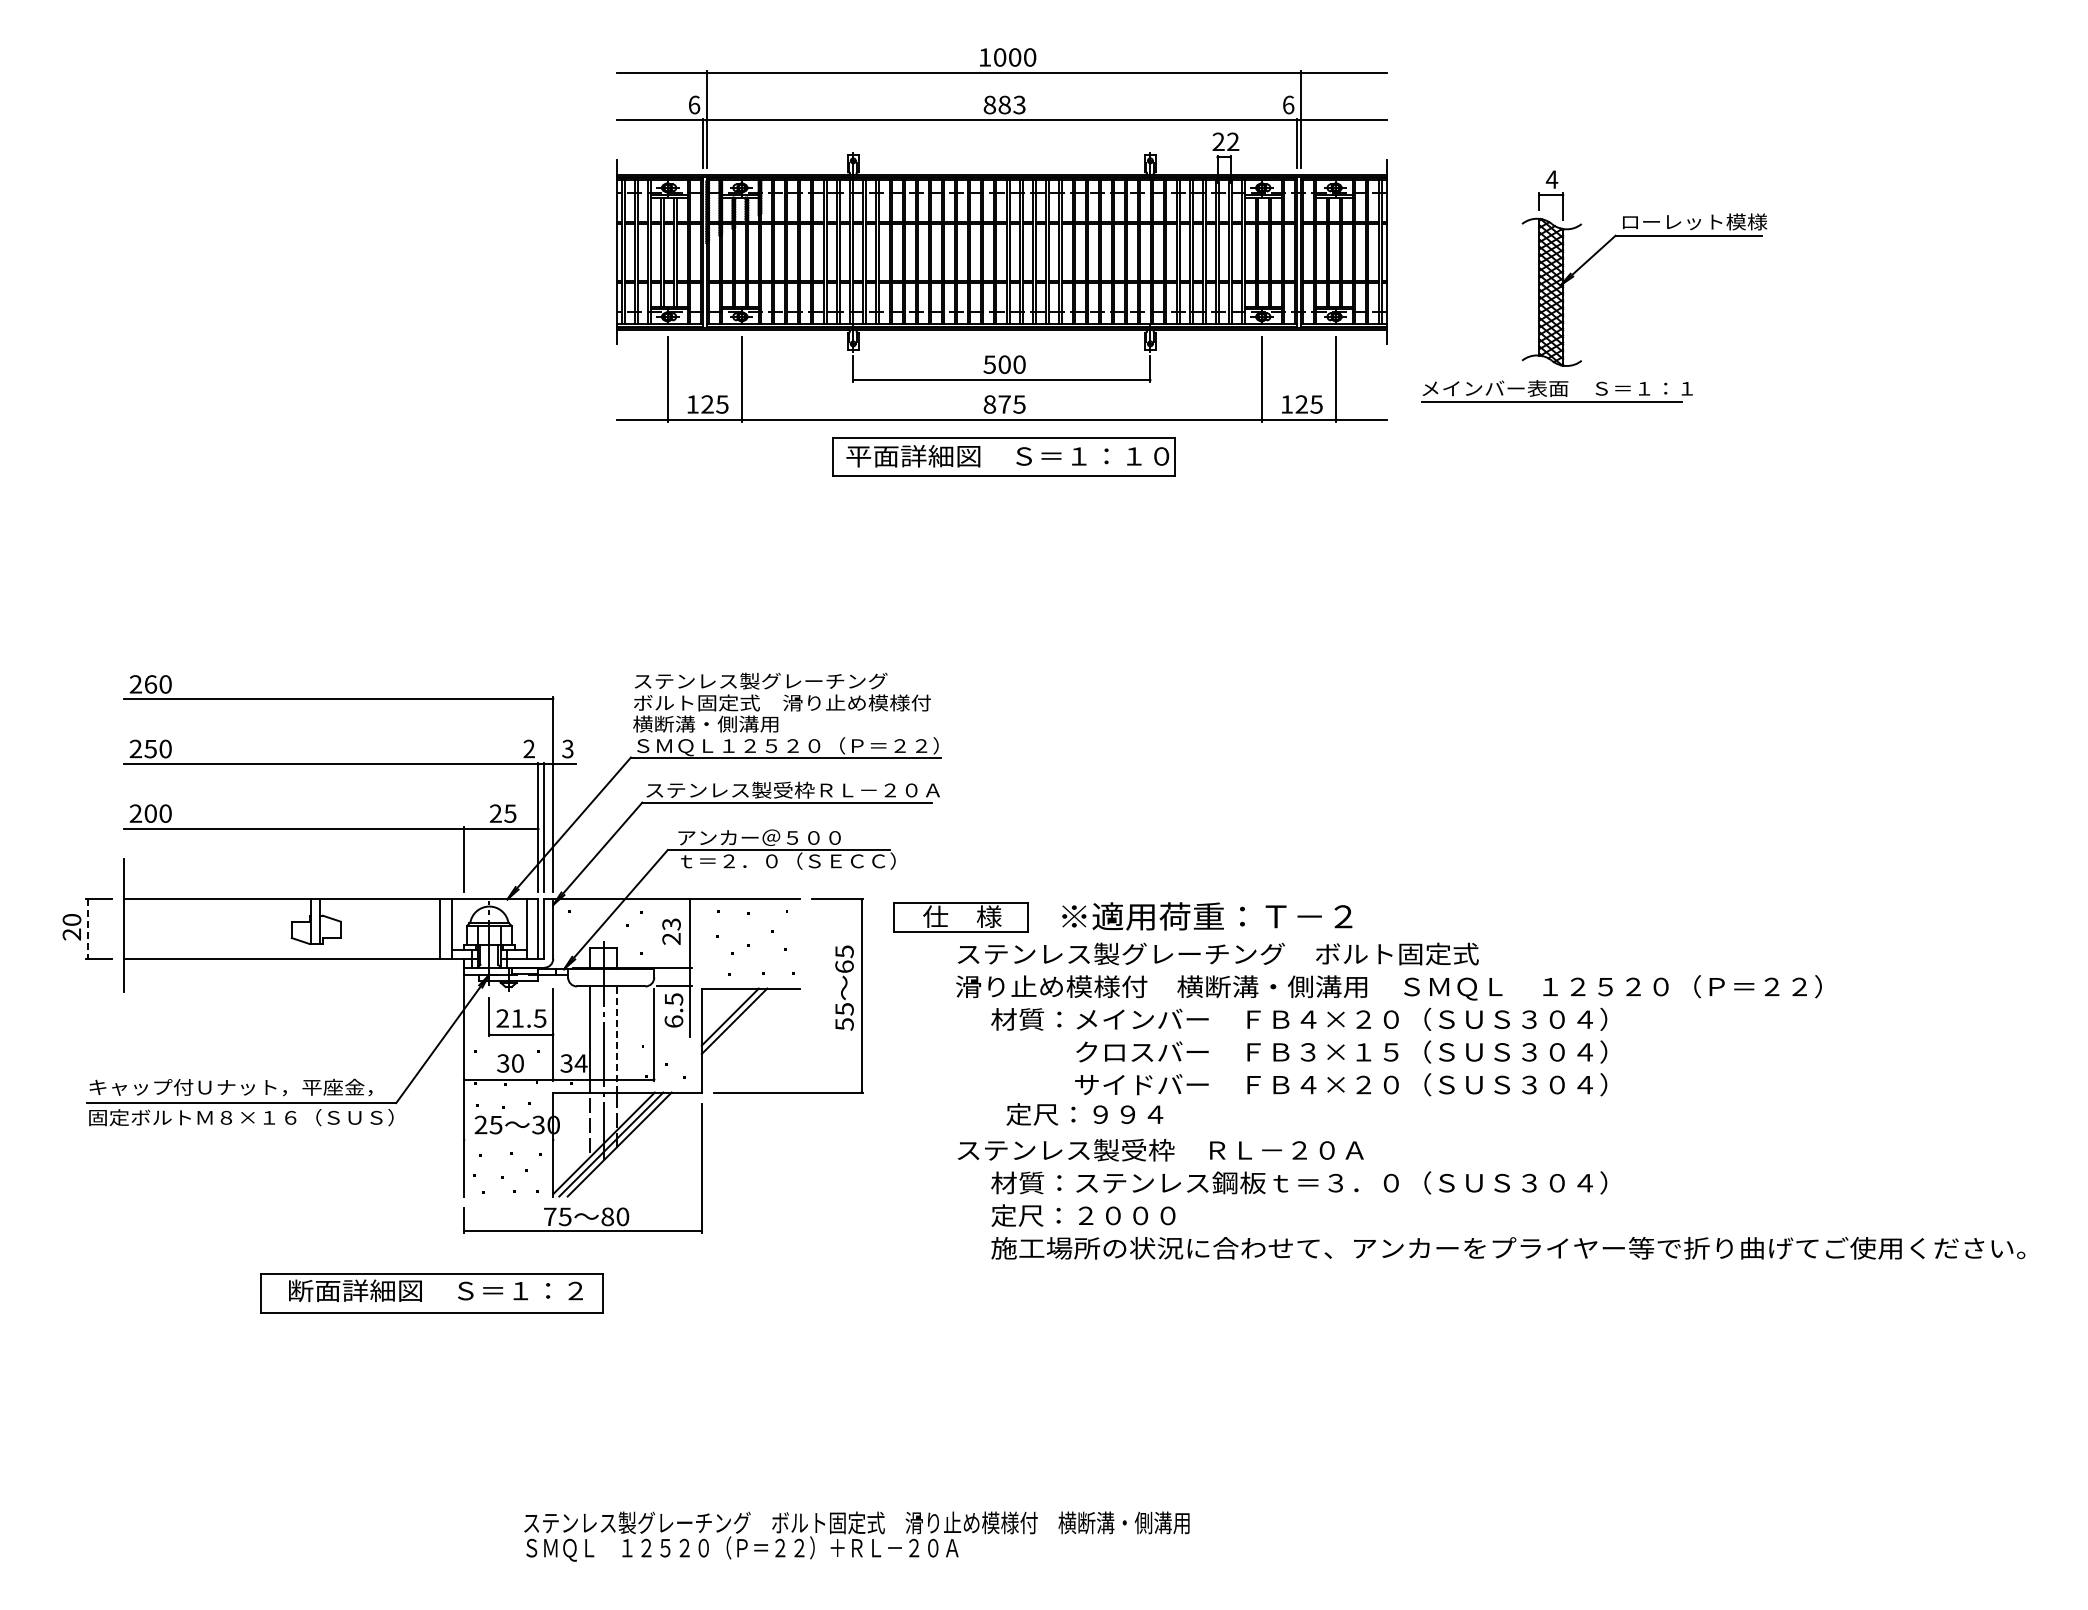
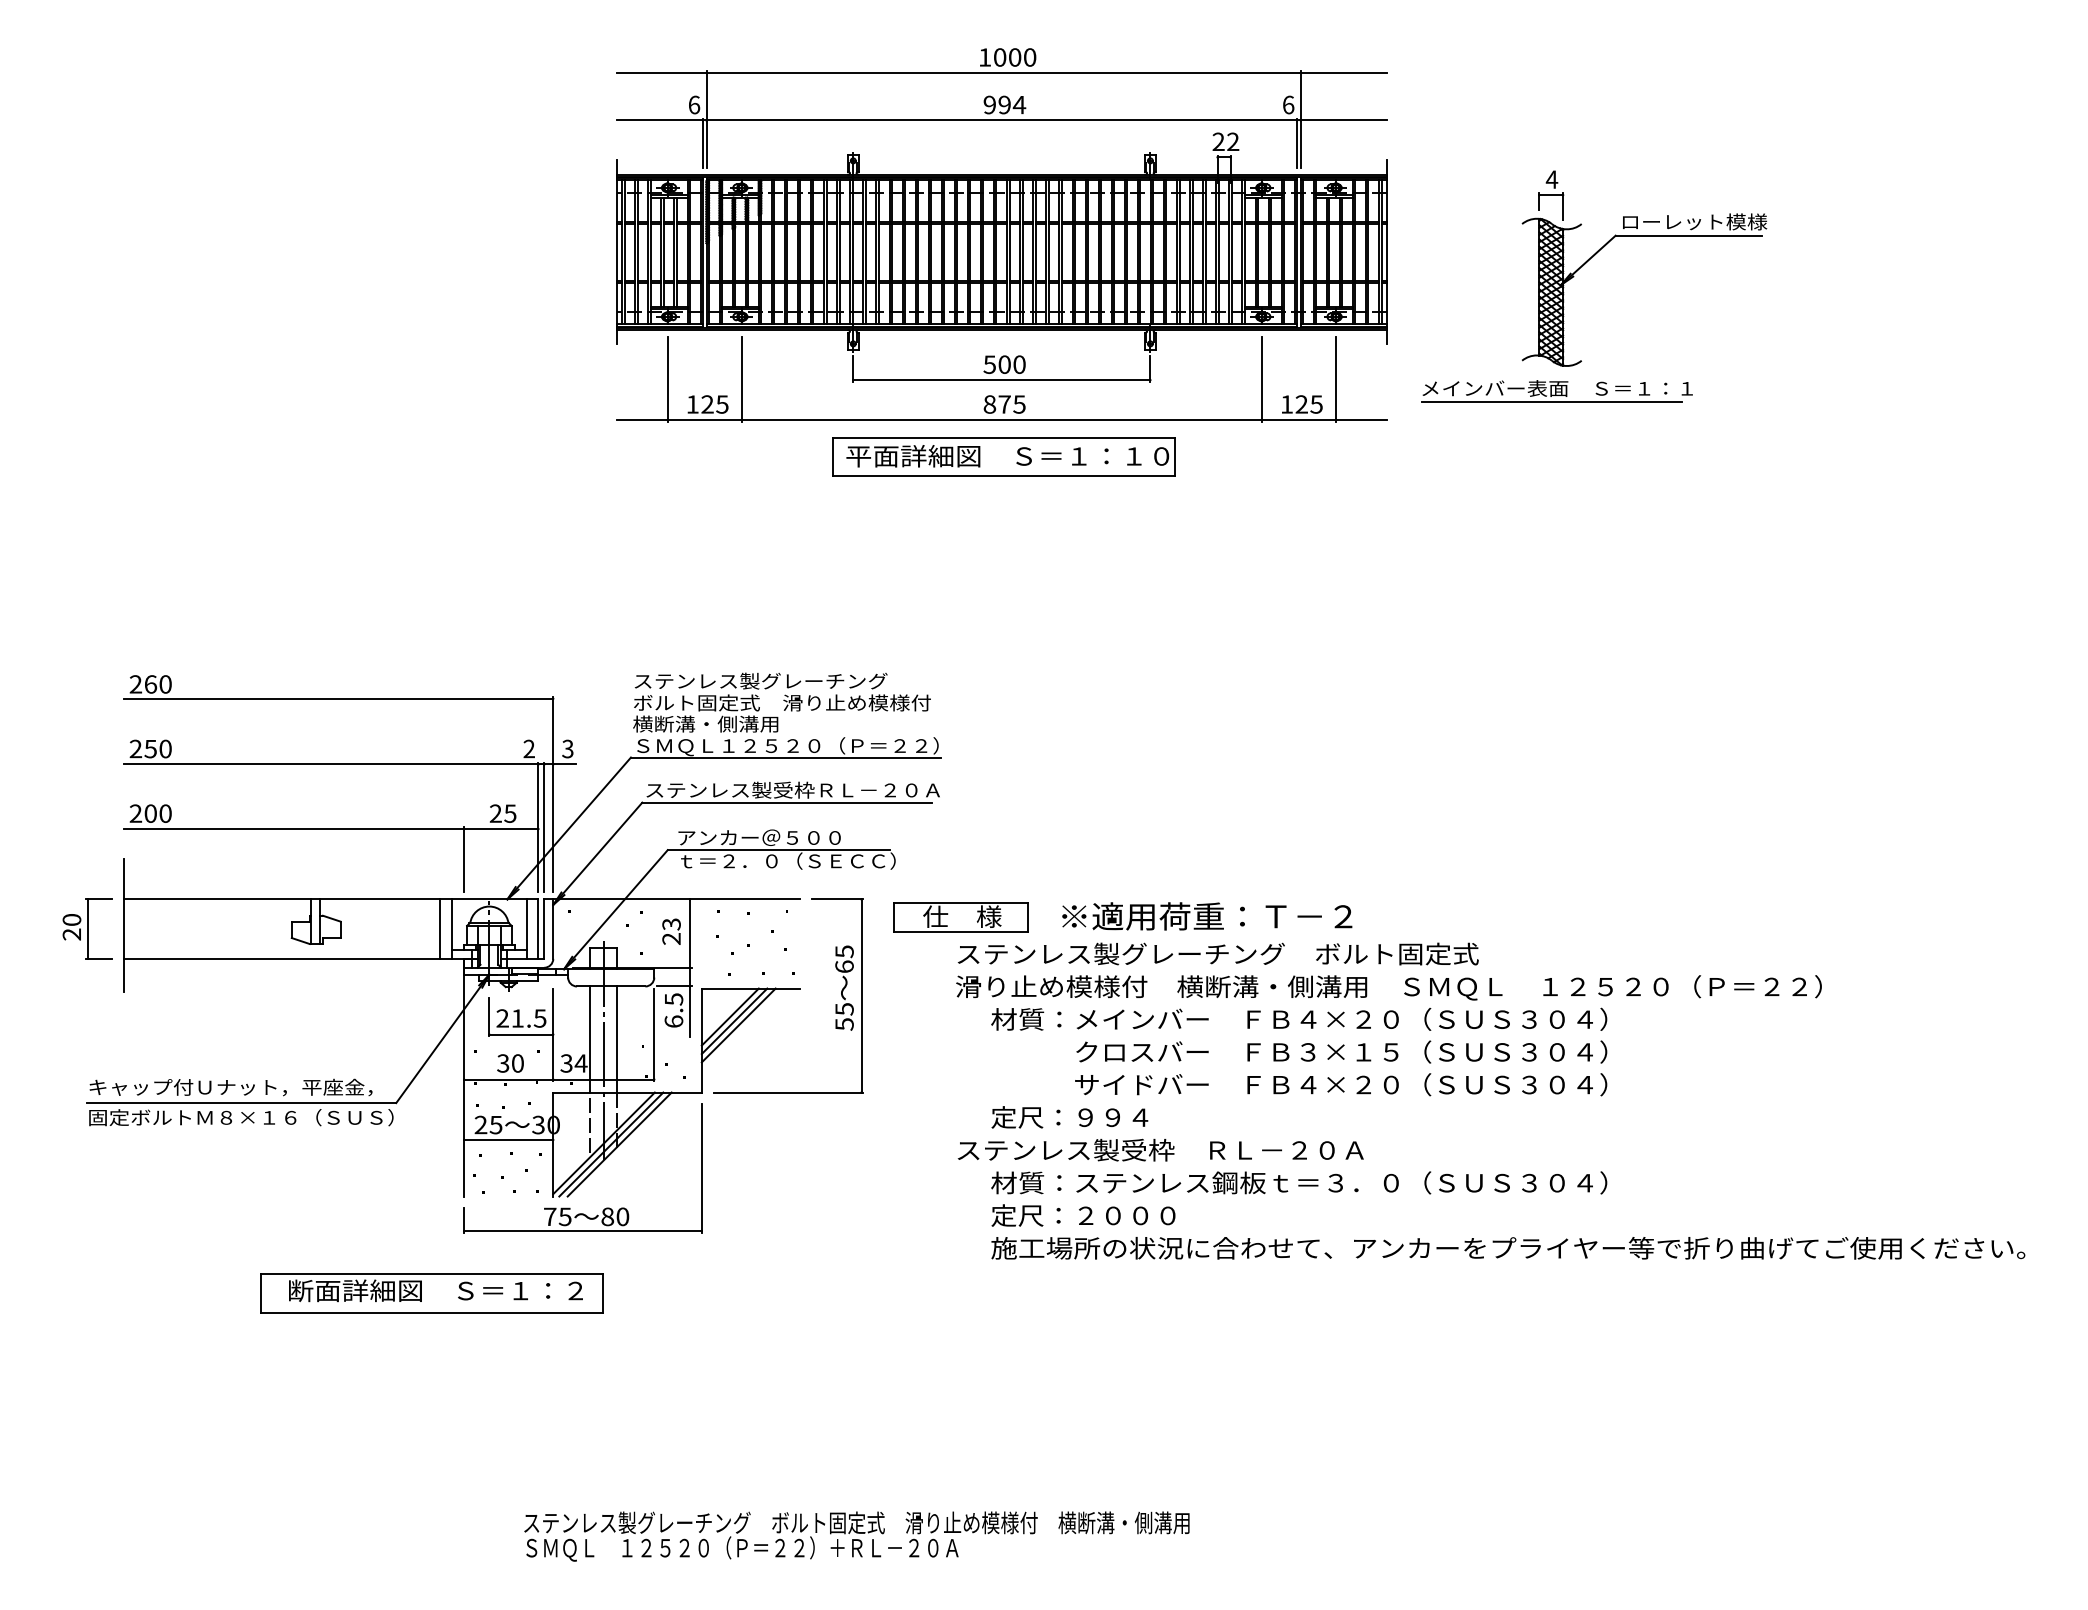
text at (1004, 104): 883 -> 994
line at (88, 929): dashed -> solid
line at (738, 1025): none -> present
line at (617, 1039): dashed -> solid
text at (1084, 1114) position: (1084, 1114) -> (1069, 1117)
line at (508, 1139): none -> present
